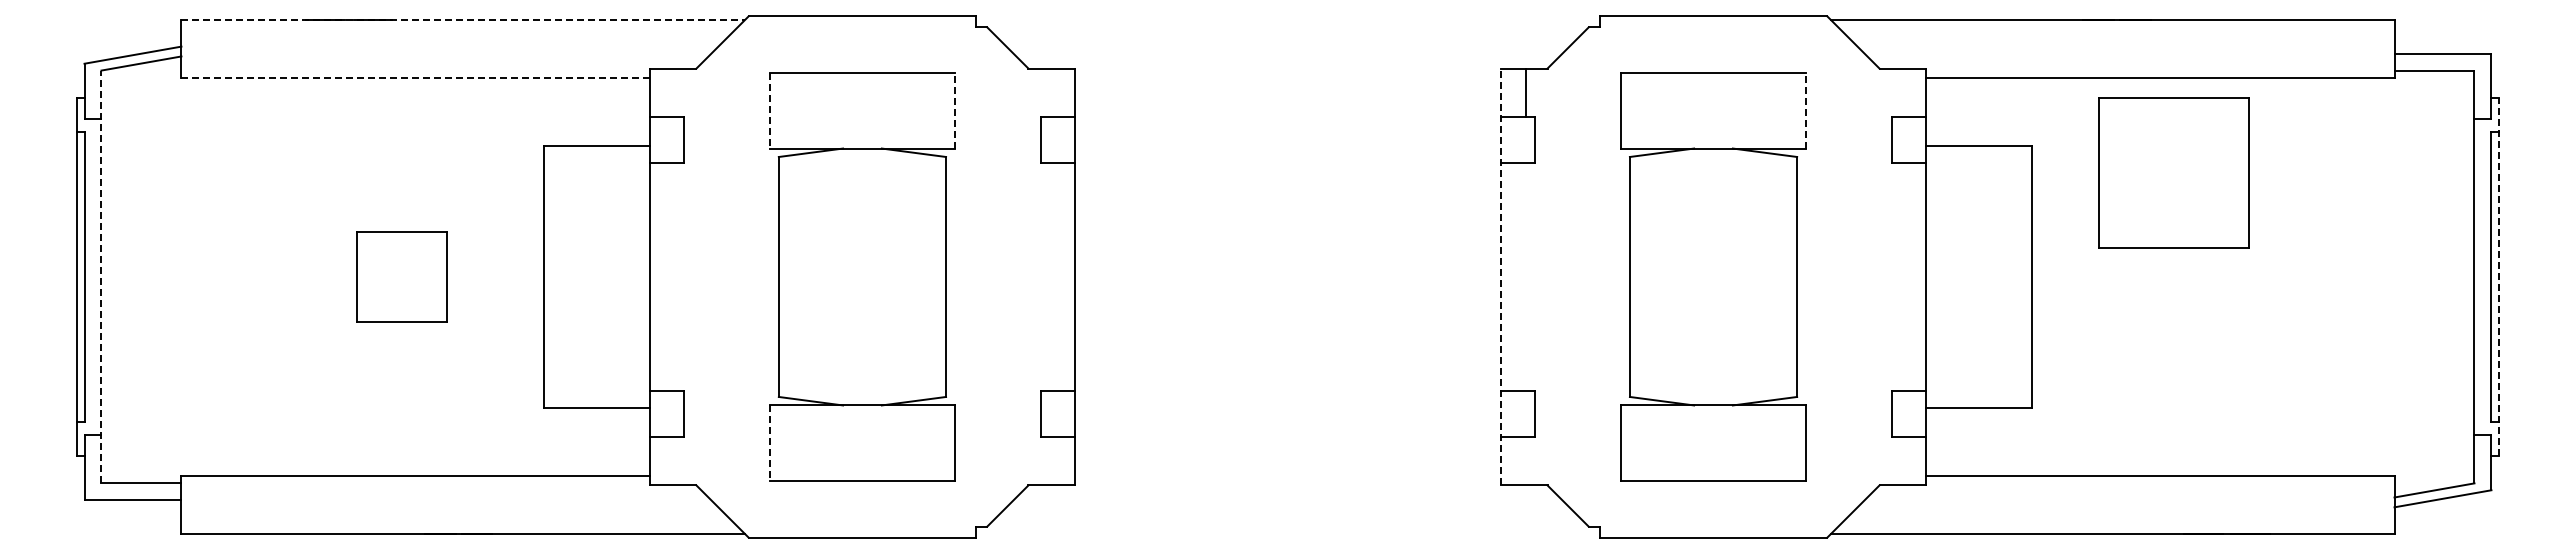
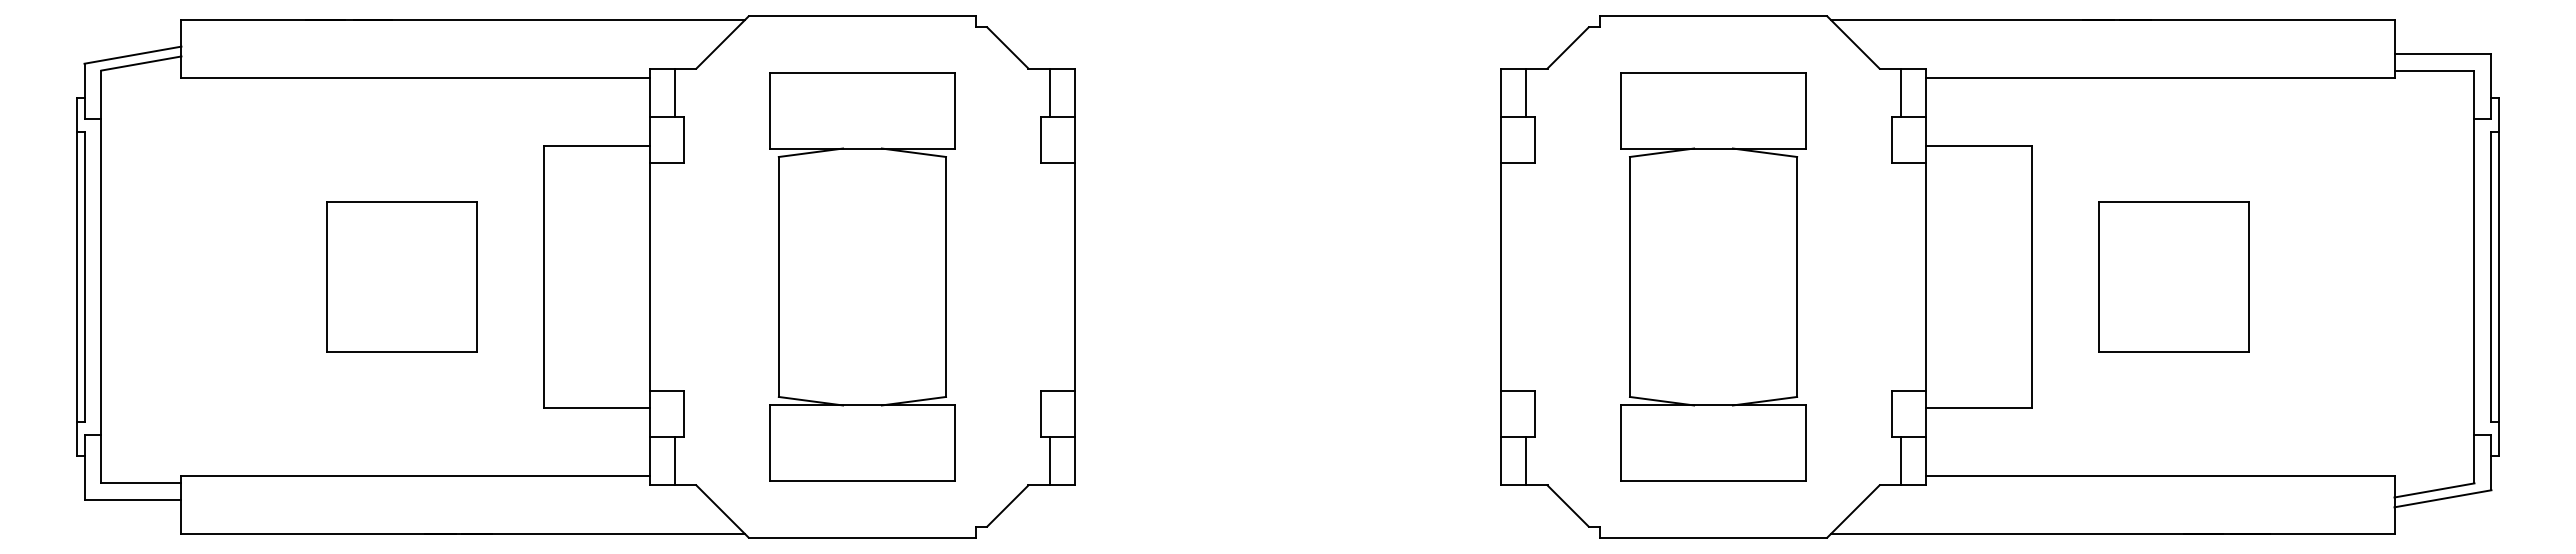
line at (463, 20): dashed -> solid
line at (415, 78): dashed -> solid
line at (674, 92): none -> present
line at (1050, 92): none -> present
line at (1901, 92): none -> present
line at (770, 111): dashed -> solid
line at (954, 111): dashed -> solid
line at (1805, 111): dashed -> solid
part at (2173, 172) position: (2173, 172) -> (2173, 276)
line at (101, 276): dashed -> solid
part at (401, 276) size: 92x92 px -> 152x152 px
line at (1501, 276): dashed -> solid
line at (2498, 276): dashed -> solid
line at (770, 443): dashed -> solid
line at (674, 460): none -> present
line at (1050, 460): none -> present
line at (1525, 460): none -> present
line at (1901, 460): none -> present
